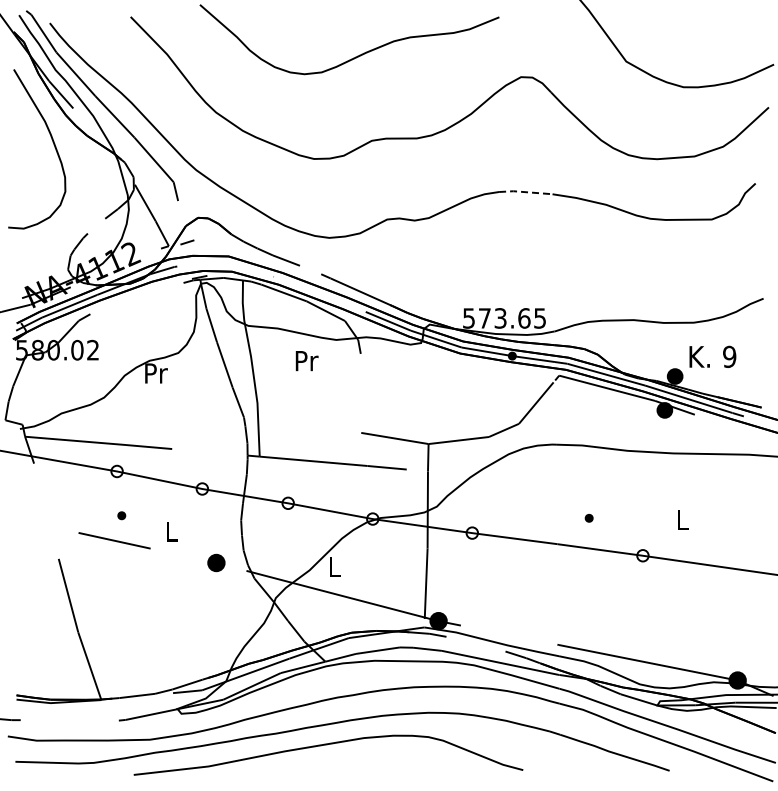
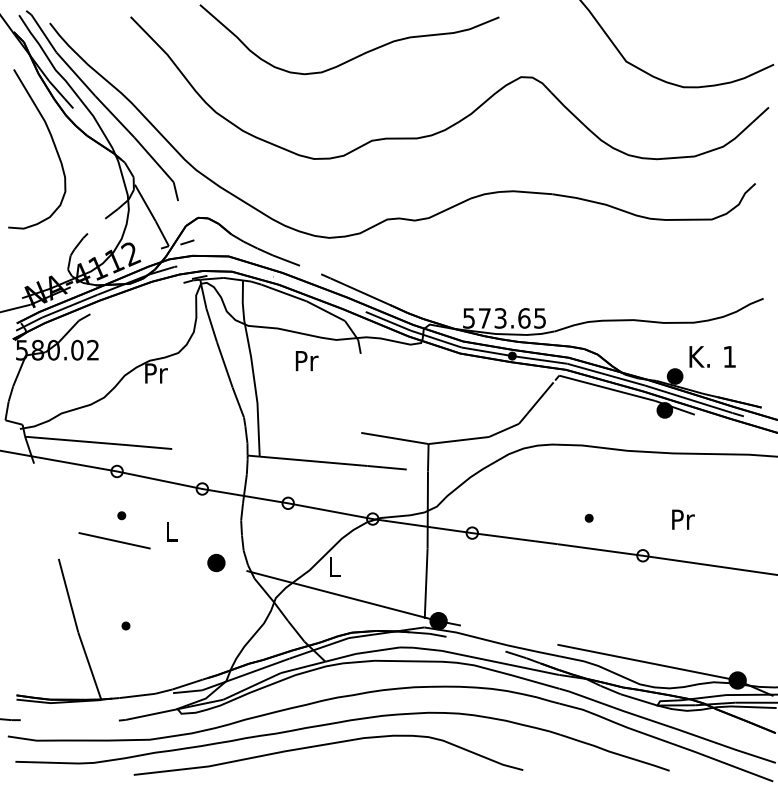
line at (526, 192): dashed -> solid
text at (729, 356): 9 -> 1
text at (683, 519): L -> Pr
part at (125, 625): none -> present
